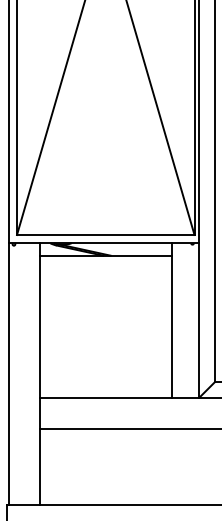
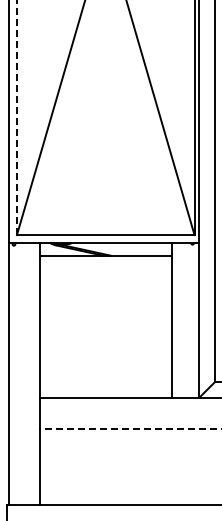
line at (17, 117): solid -> dashed
line at (130, 429): solid -> dashed
